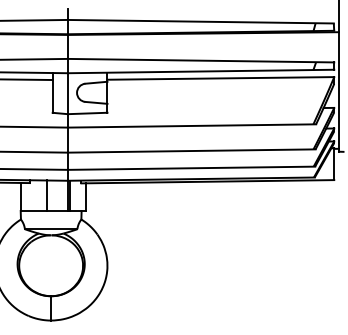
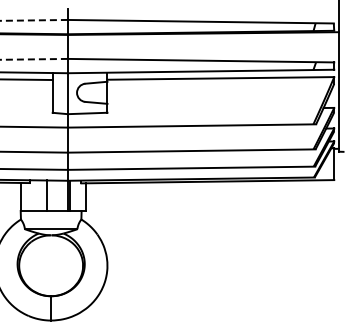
line at (33, 20): solid -> dashed
line at (33, 59): solid -> dashed
